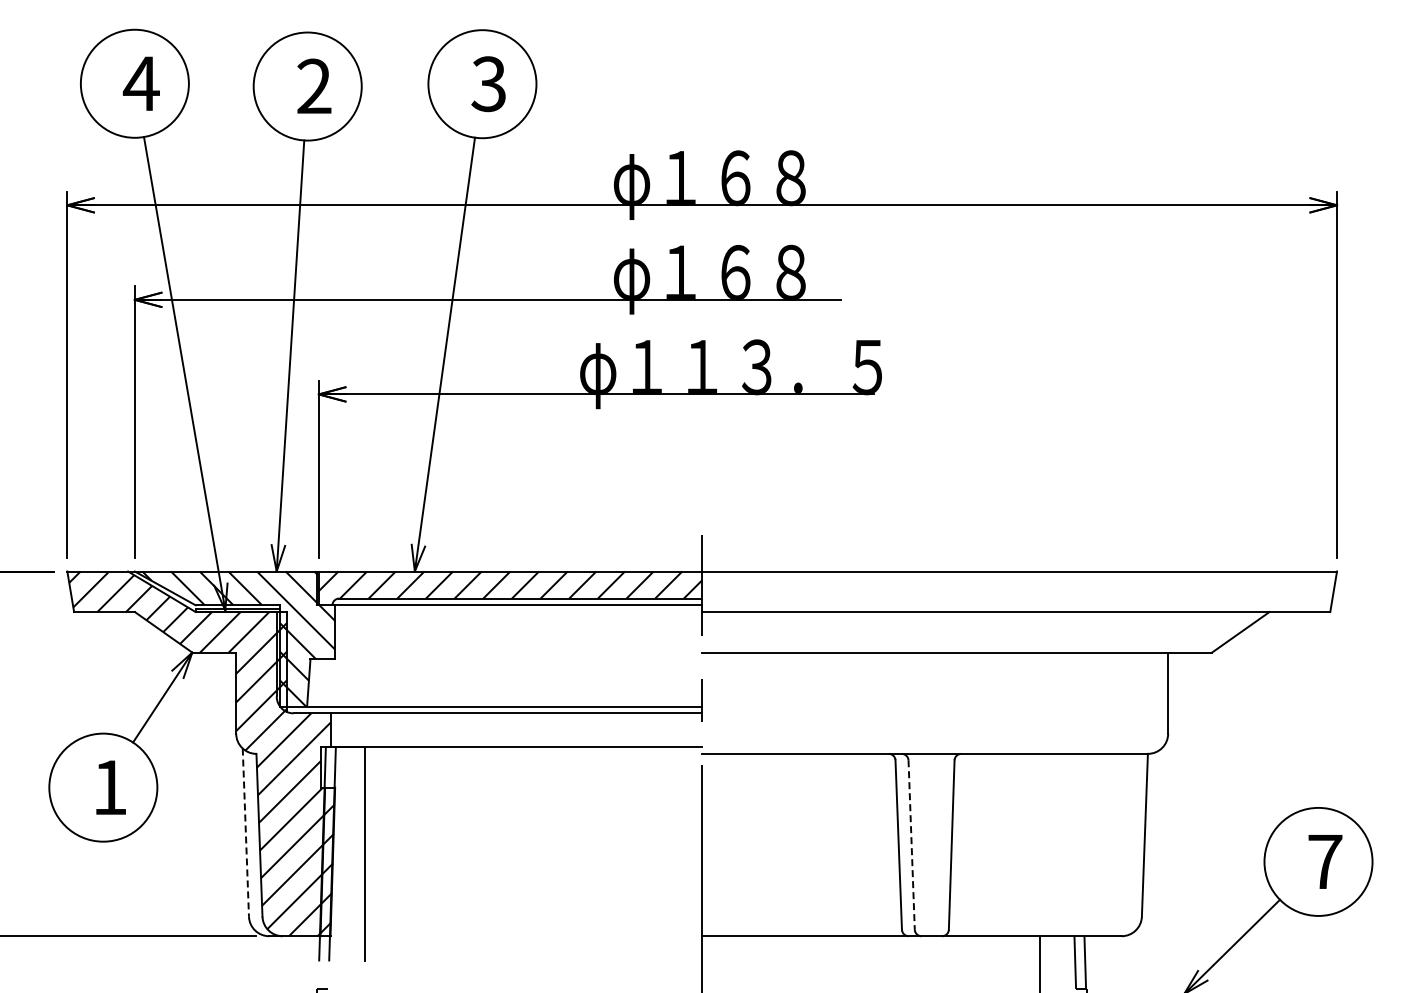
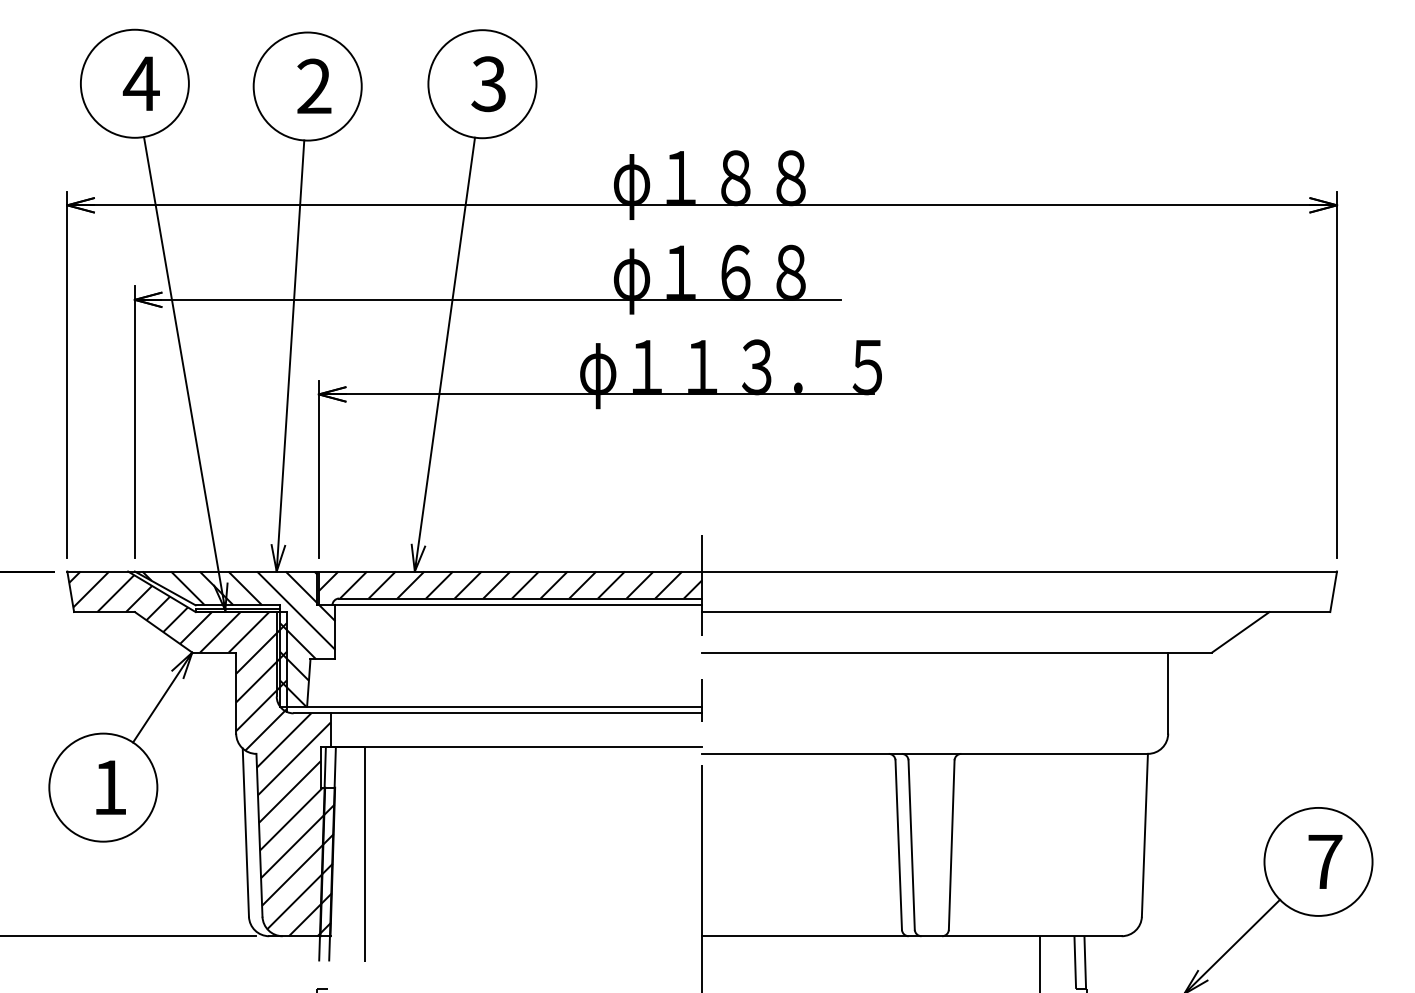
text at (735, 178): φ１６８ -> φ１８８
line at (245, 833): dashed -> solid
line at (911, 845): dashed -> solid
